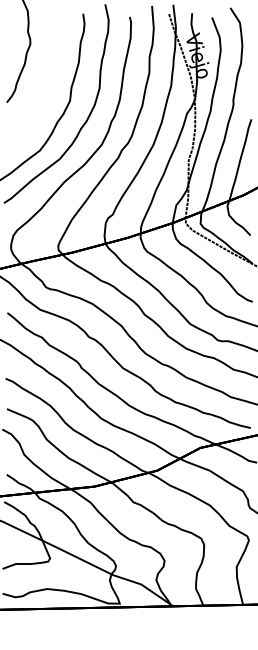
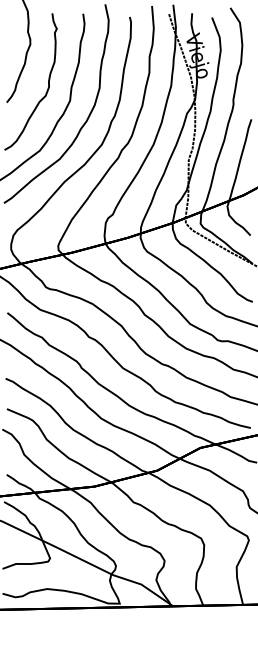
curve at (48, 81): none -> present
